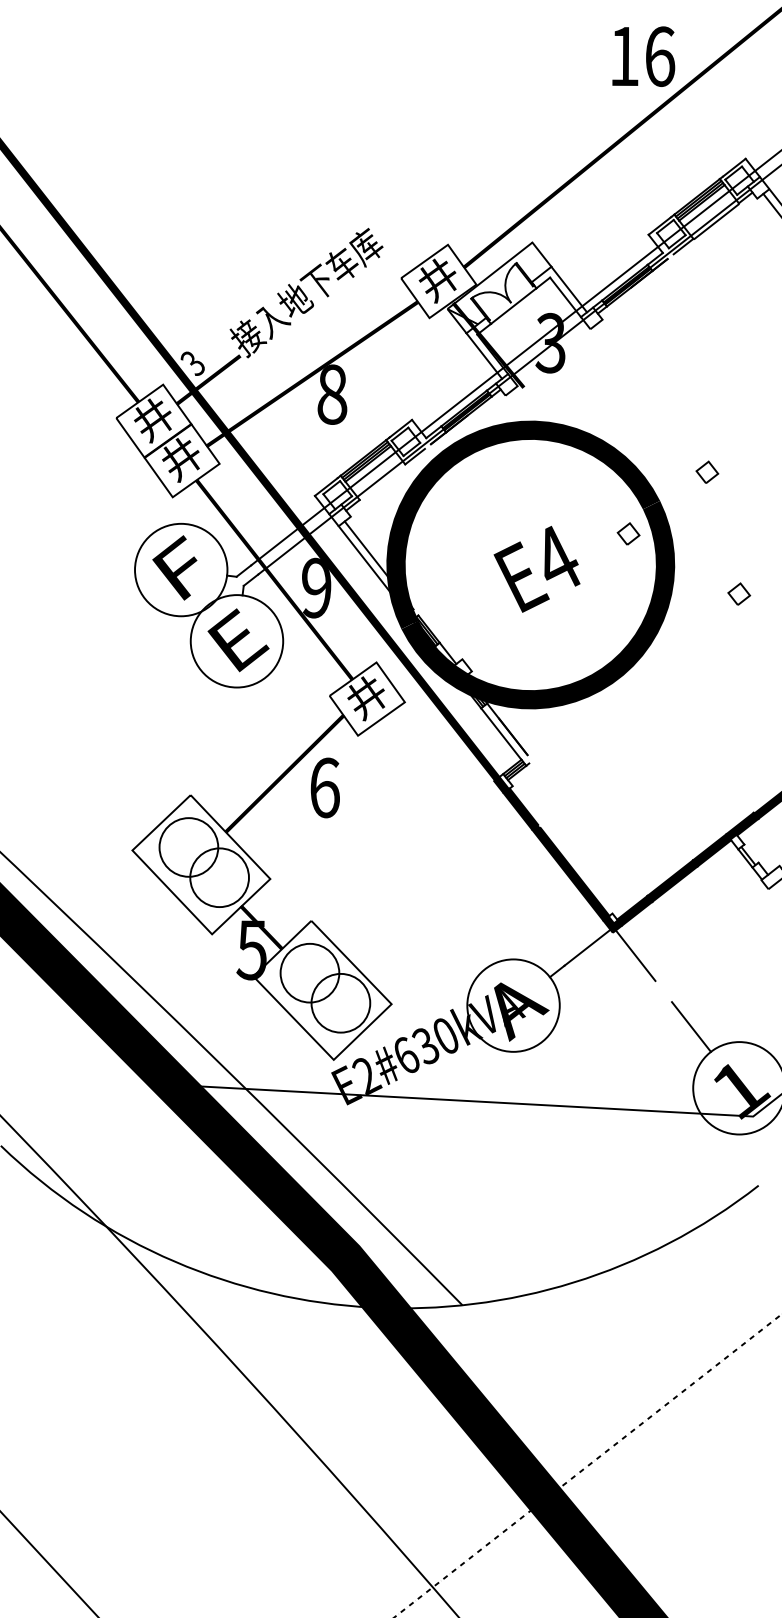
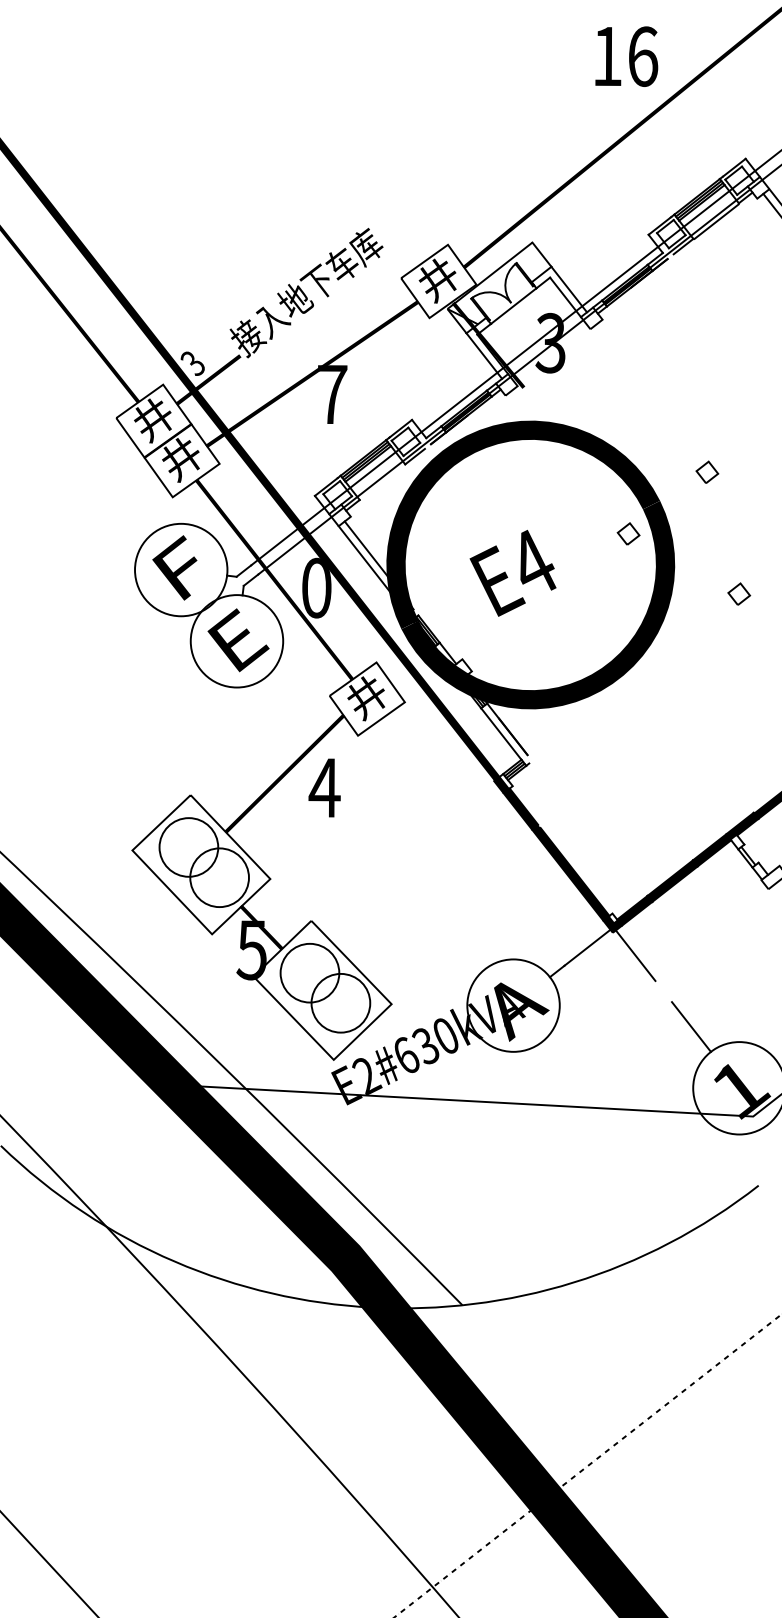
text at (643, 56) position: (643, 56) -> (626, 56)
text at (332, 394): 8 -> 7
text at (536, 569) position: (536, 569) -> (512, 573)
text at (316, 587): 9 -> 0
text at (324, 787): 6 -> 4
